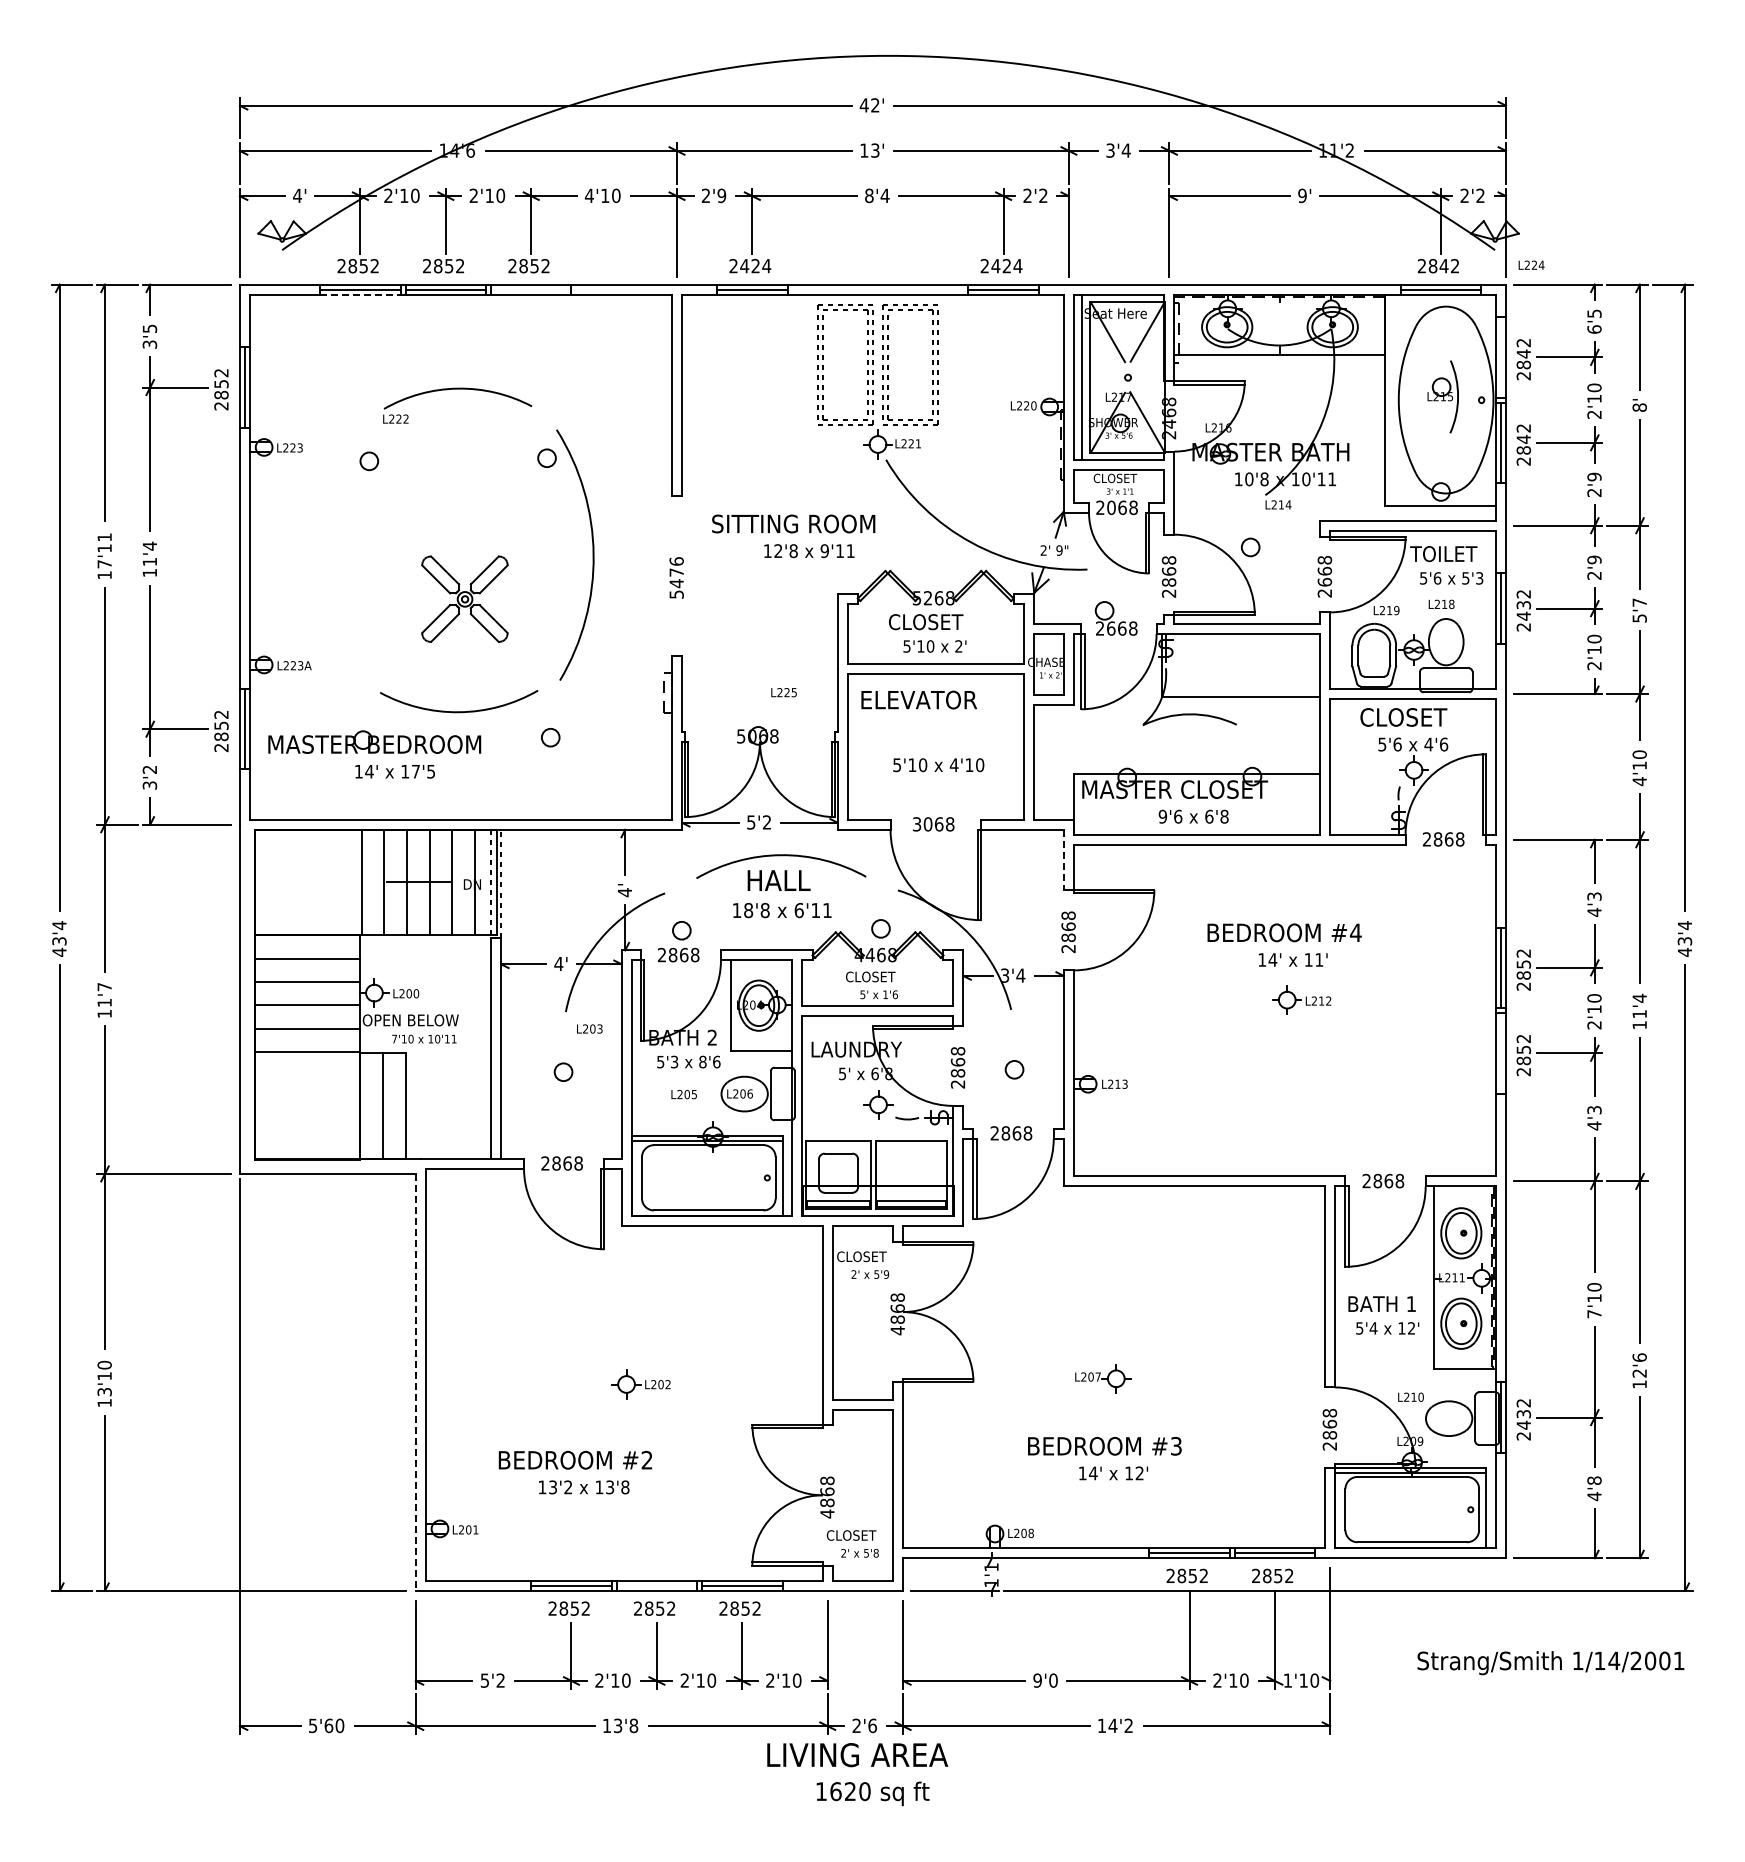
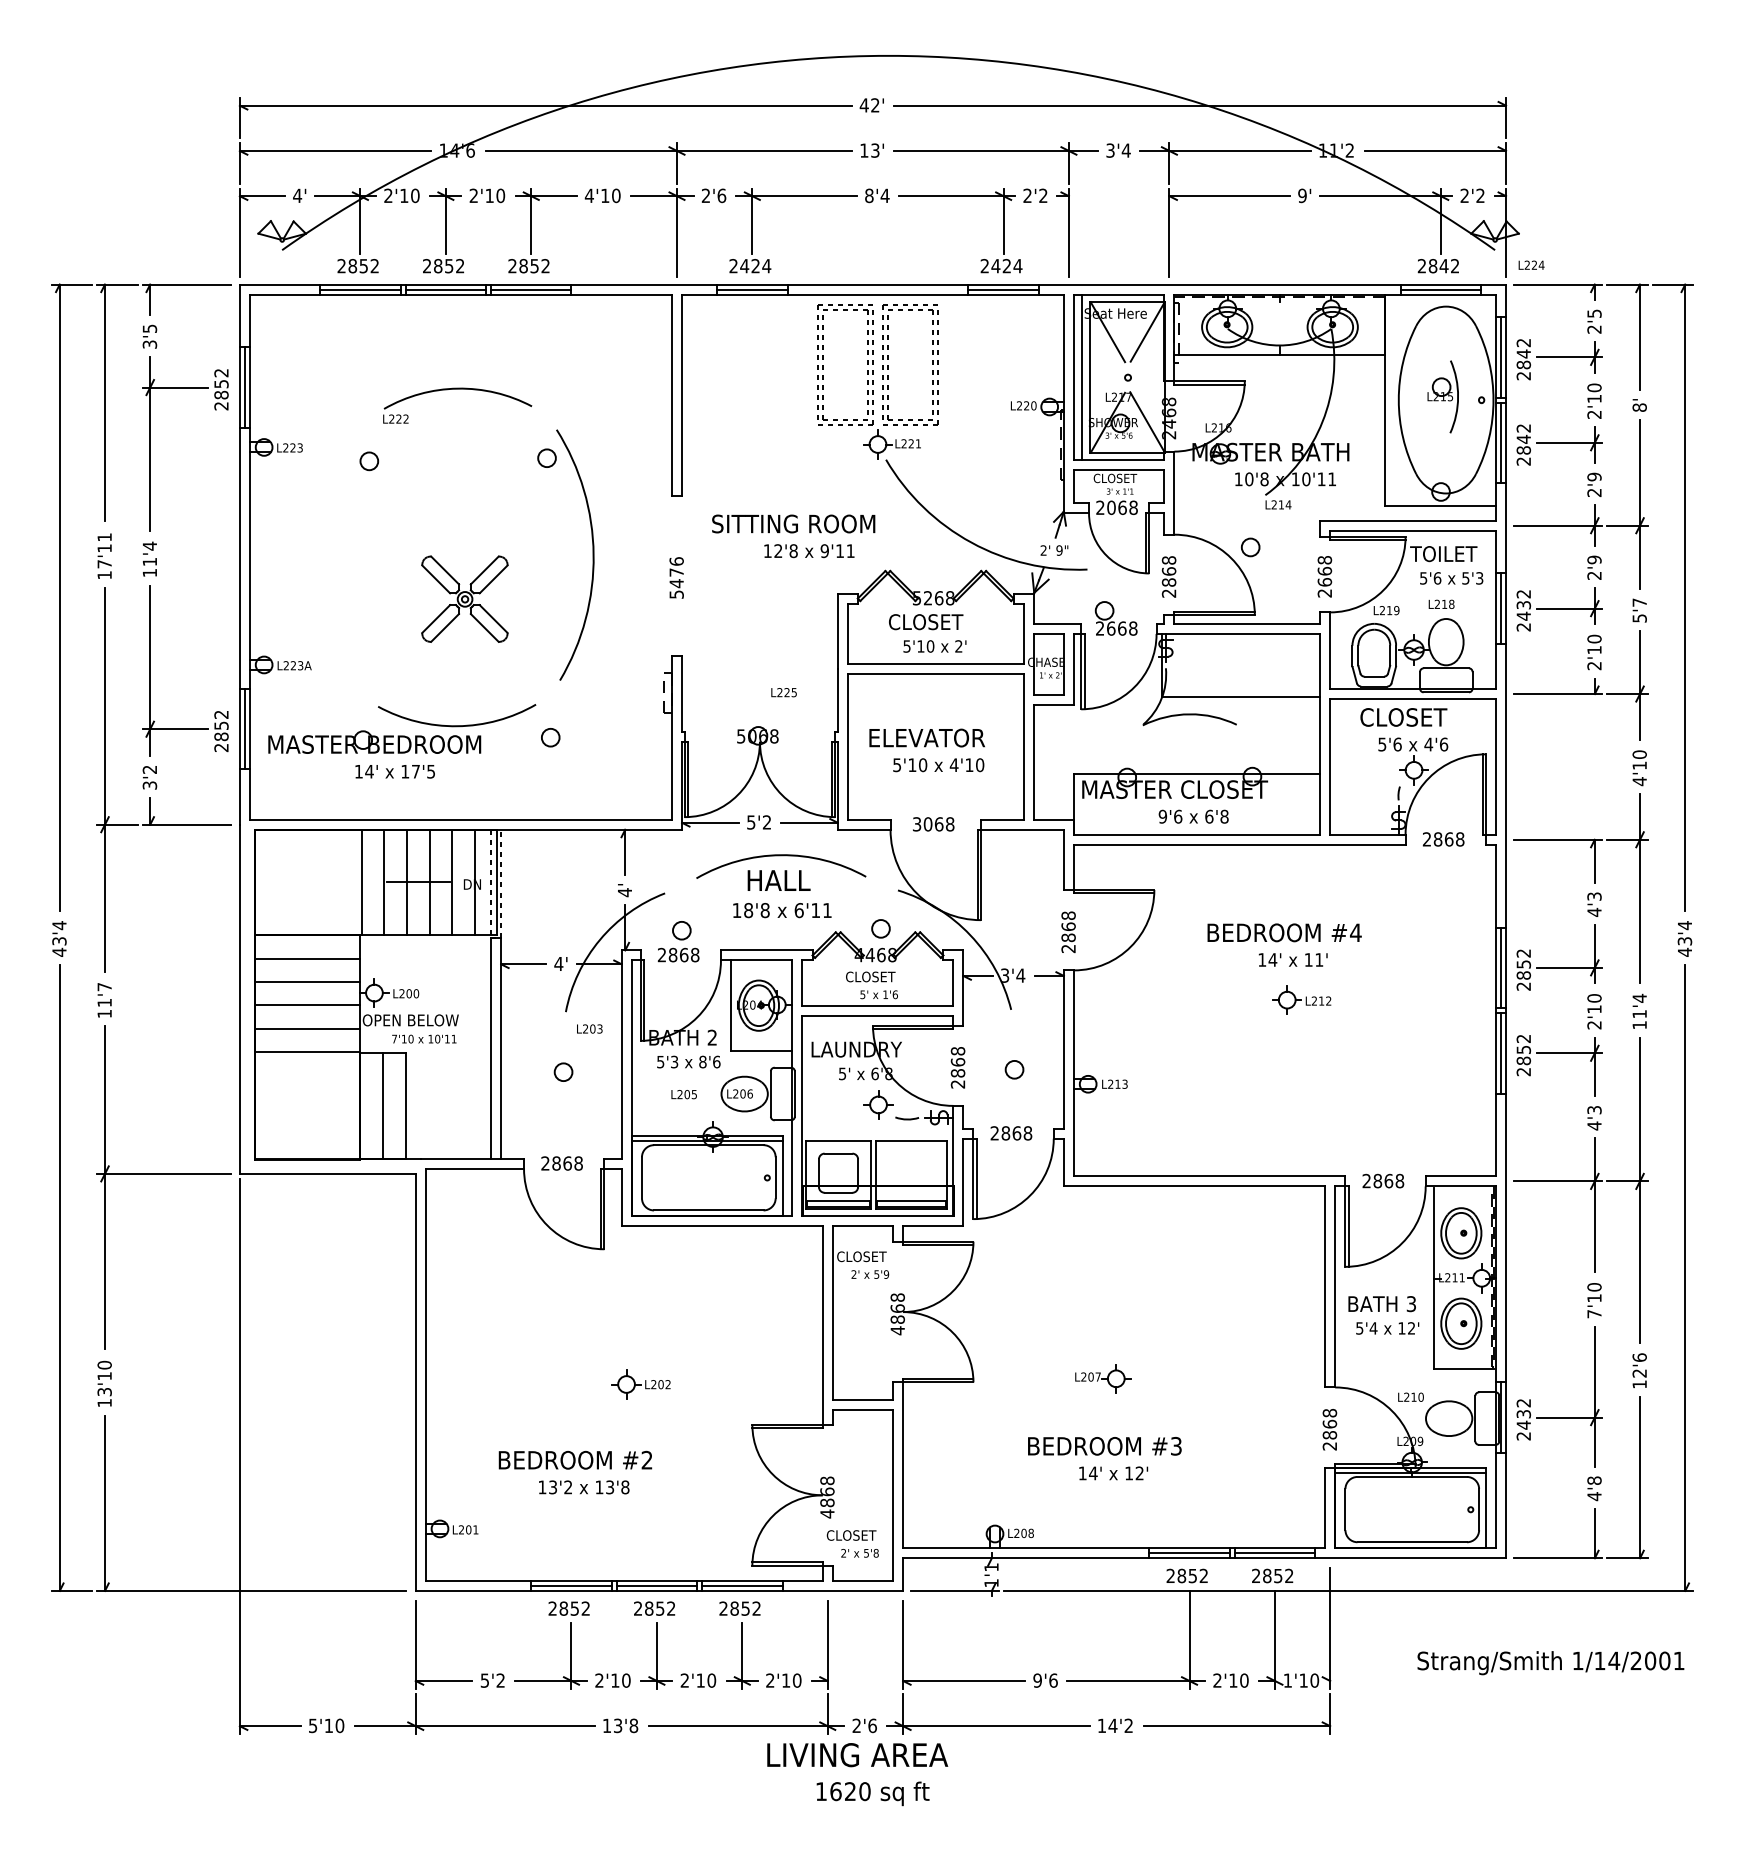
text at (721, 195): 2'9 -> 2'6
line at (531, 289): none -> present
line at (360, 294): dashed -> solid
text at (1594, 329): 6'5 -> 2'5
line at (1501, 357): none -> present
text at (918, 699) position: (918, 699) -> (926, 737)
arc at (459, 711) position: (459, 711) -> (457, 725)
line at (1063, 860): dashed -> solid
line at (1501, 1053): none -> present
text at (1410, 1304): 1 -> 3
line at (415, 1382): dashed -> solid
line at (656, 1585): none -> present
text at (1053, 1680): 9'0 -> 9'6
text at (328, 1725): 5'60 -> 5'10
